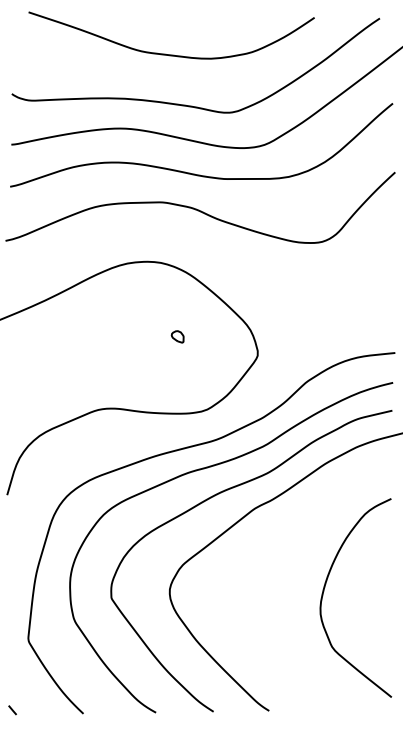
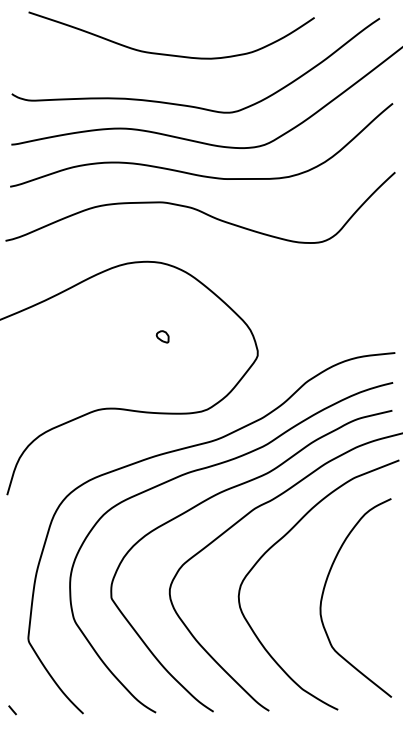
part at (177, 336) position: (177, 336) -> (162, 336)
curve at (277, 543): none -> present
